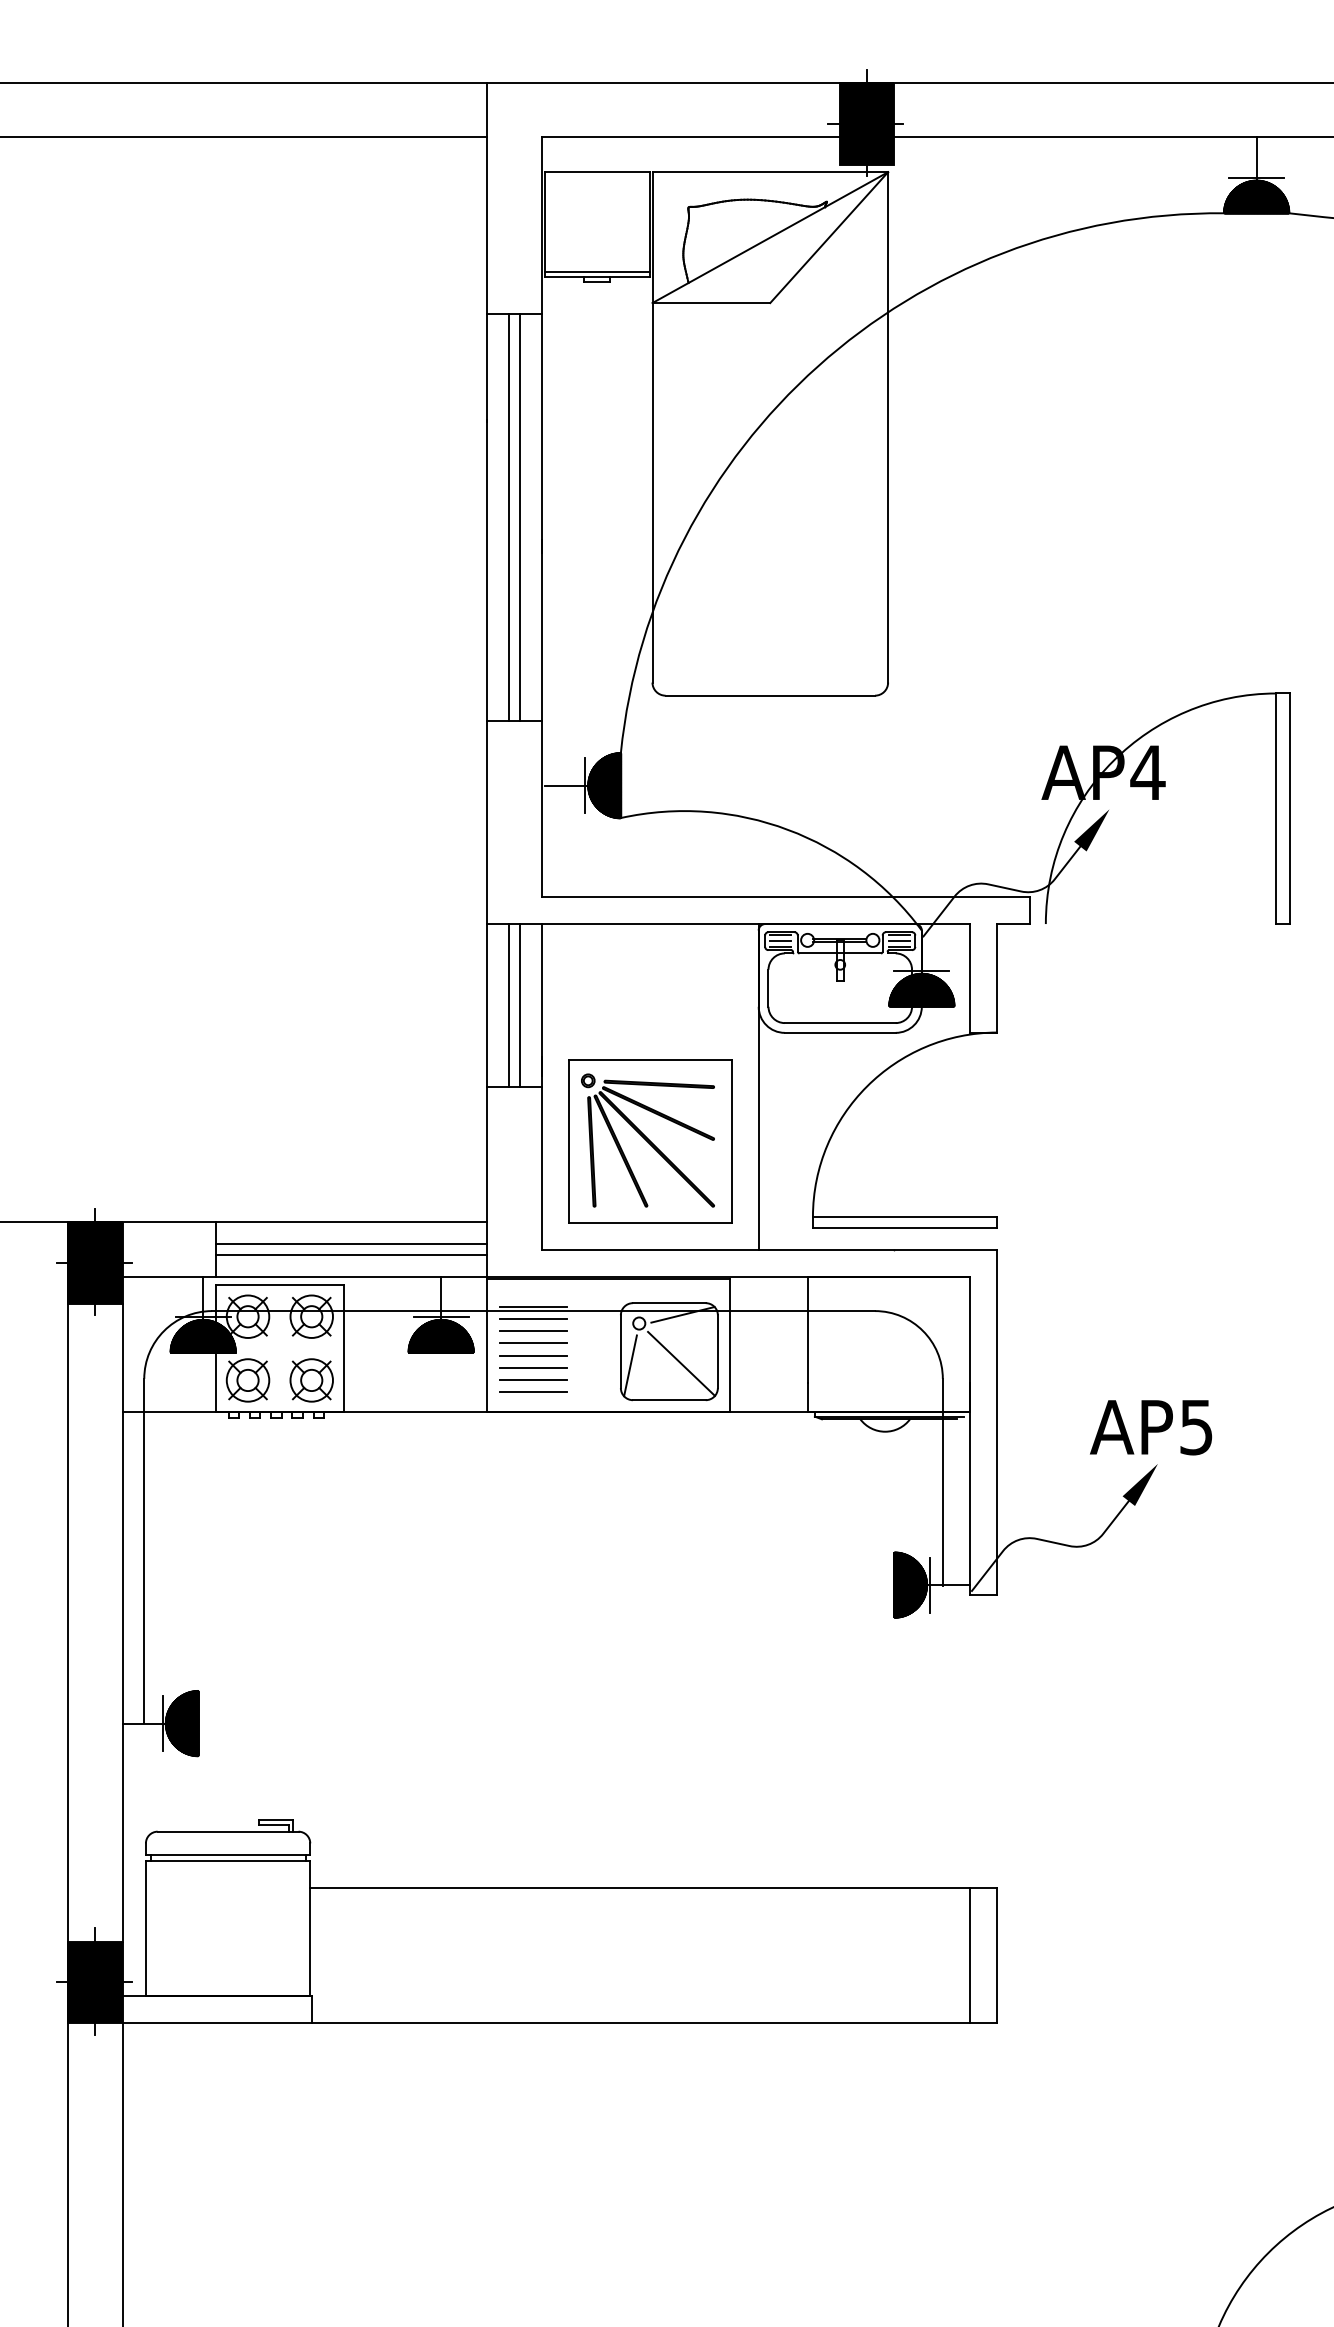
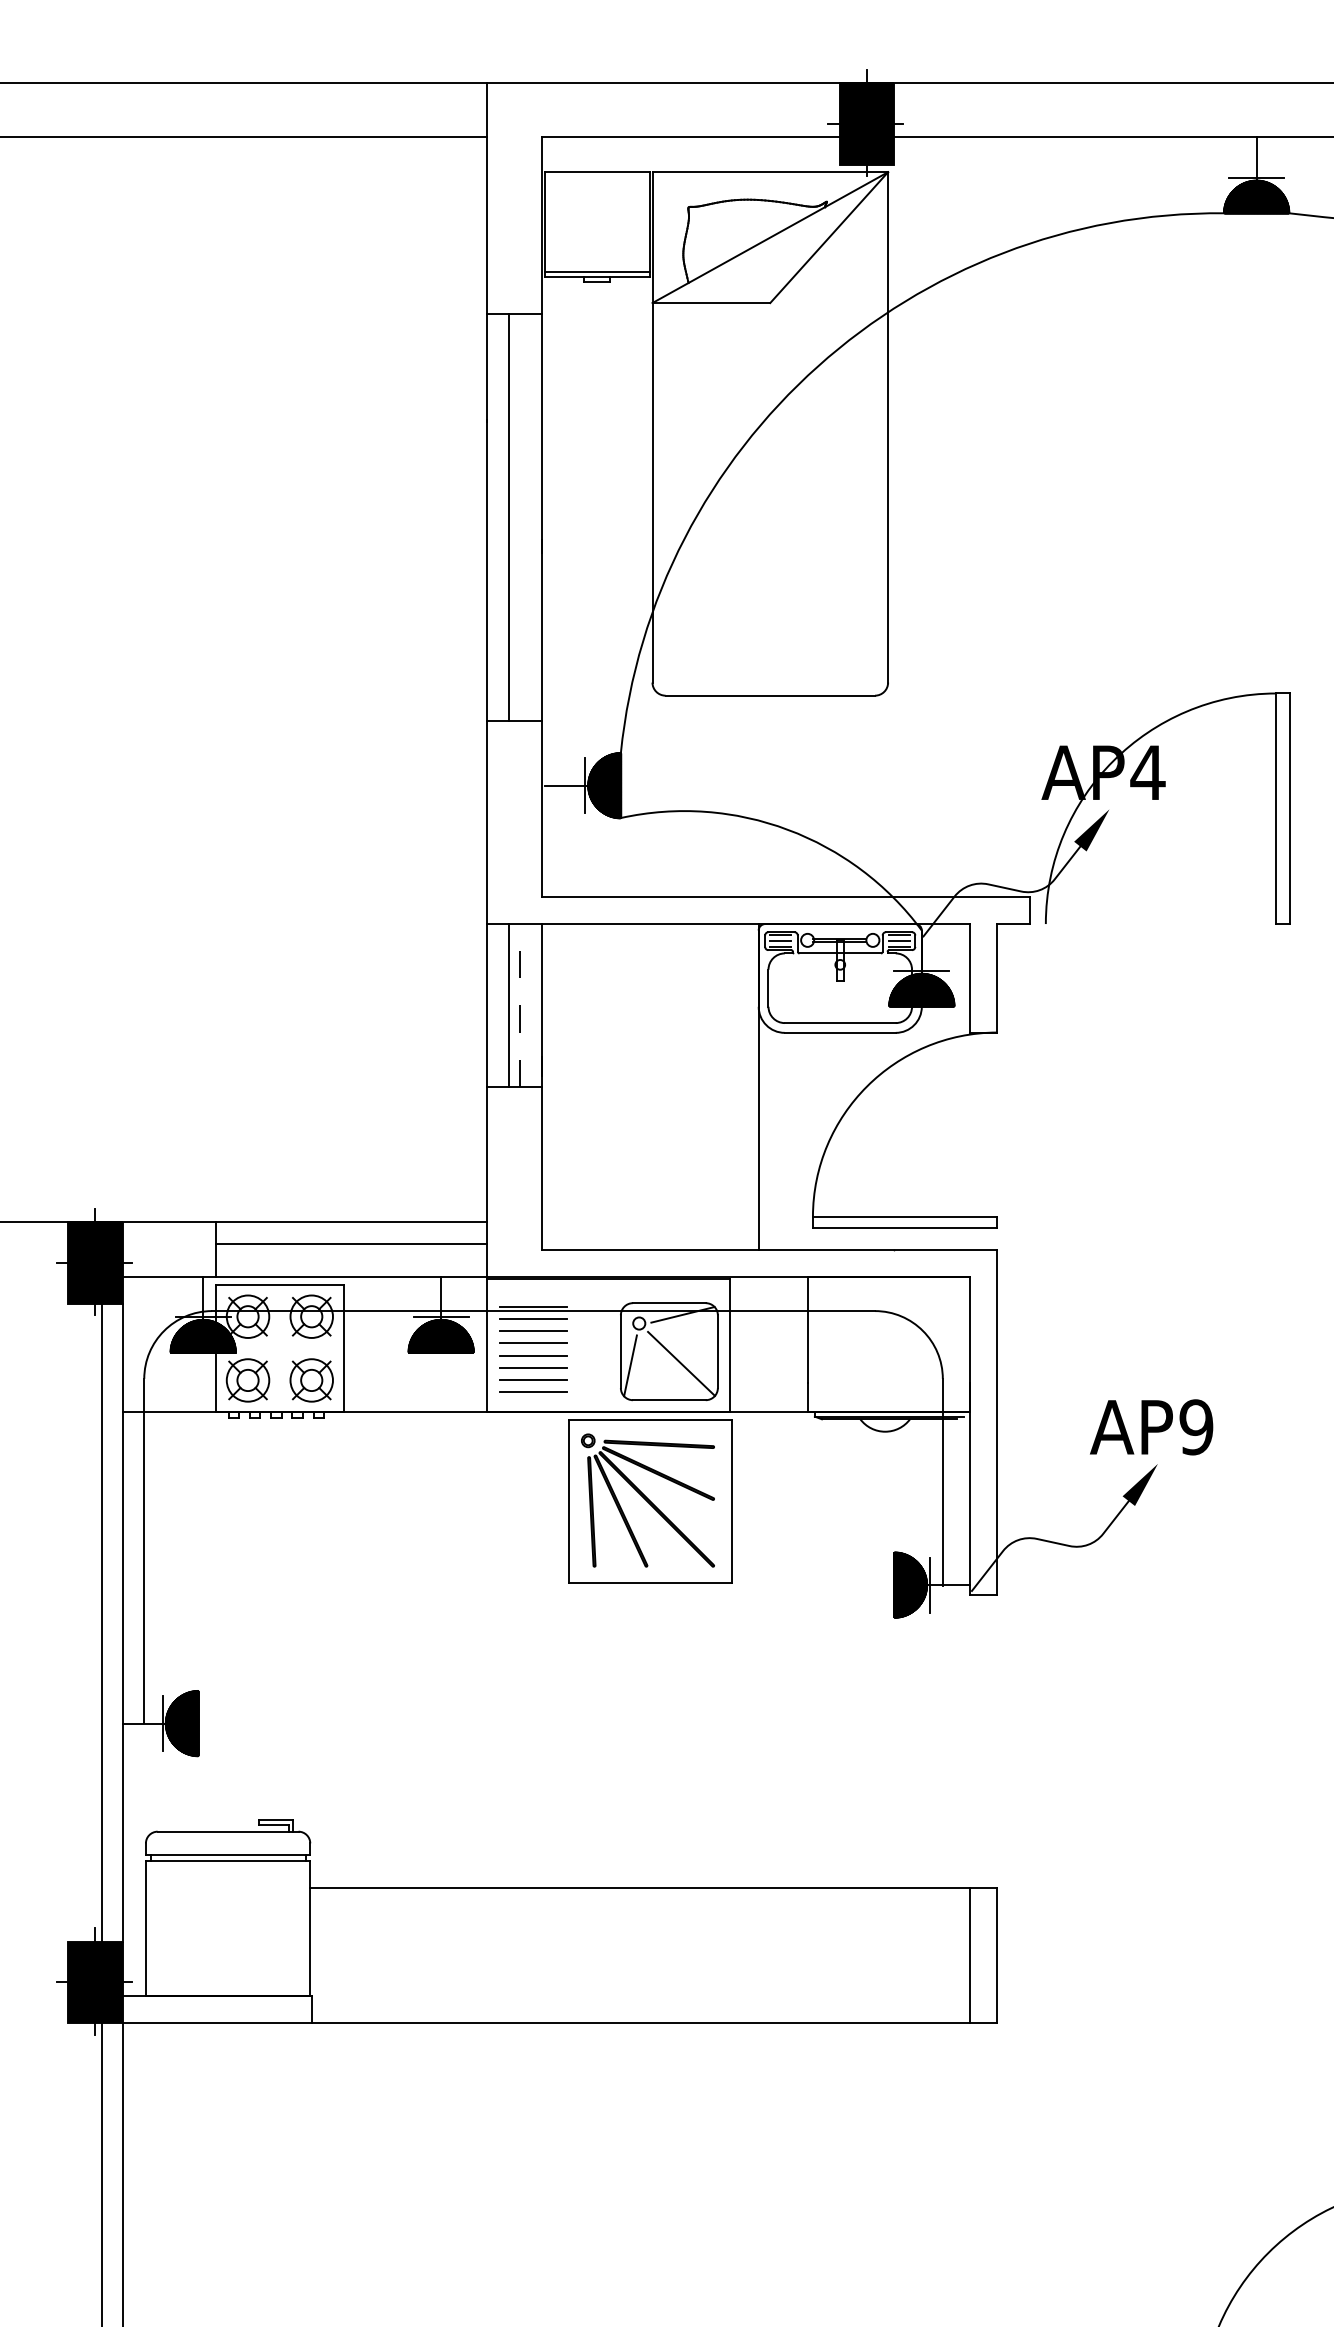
line at (519, 516): present -> none
line at (519, 1004): solid -> dashed
part at (650, 1141) position: (650, 1141) -> (650, 1501)
line at (351, 1254): present -> none
text at (1196, 1427): AP5 -> AP9
line at (68, 1772) position: (68, 1772) -> (102, 1772)
